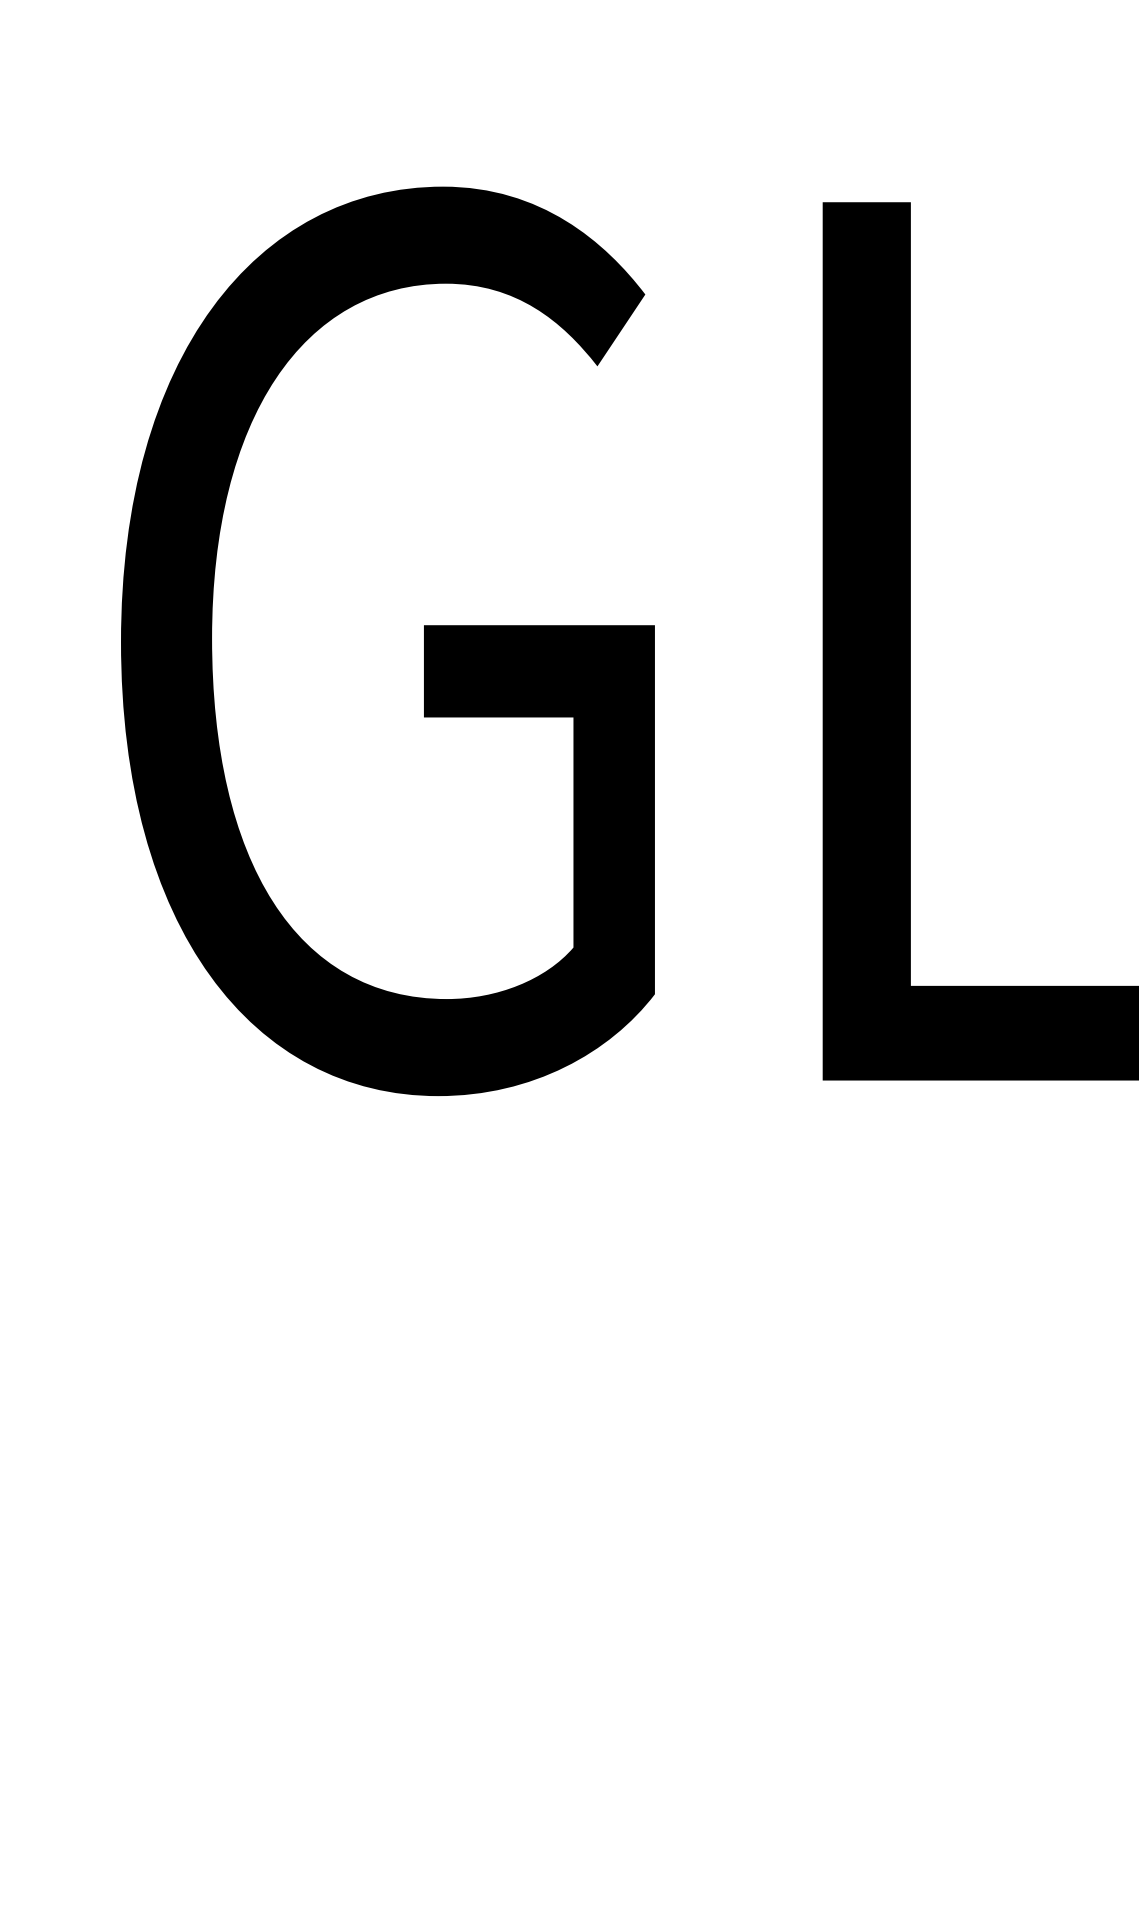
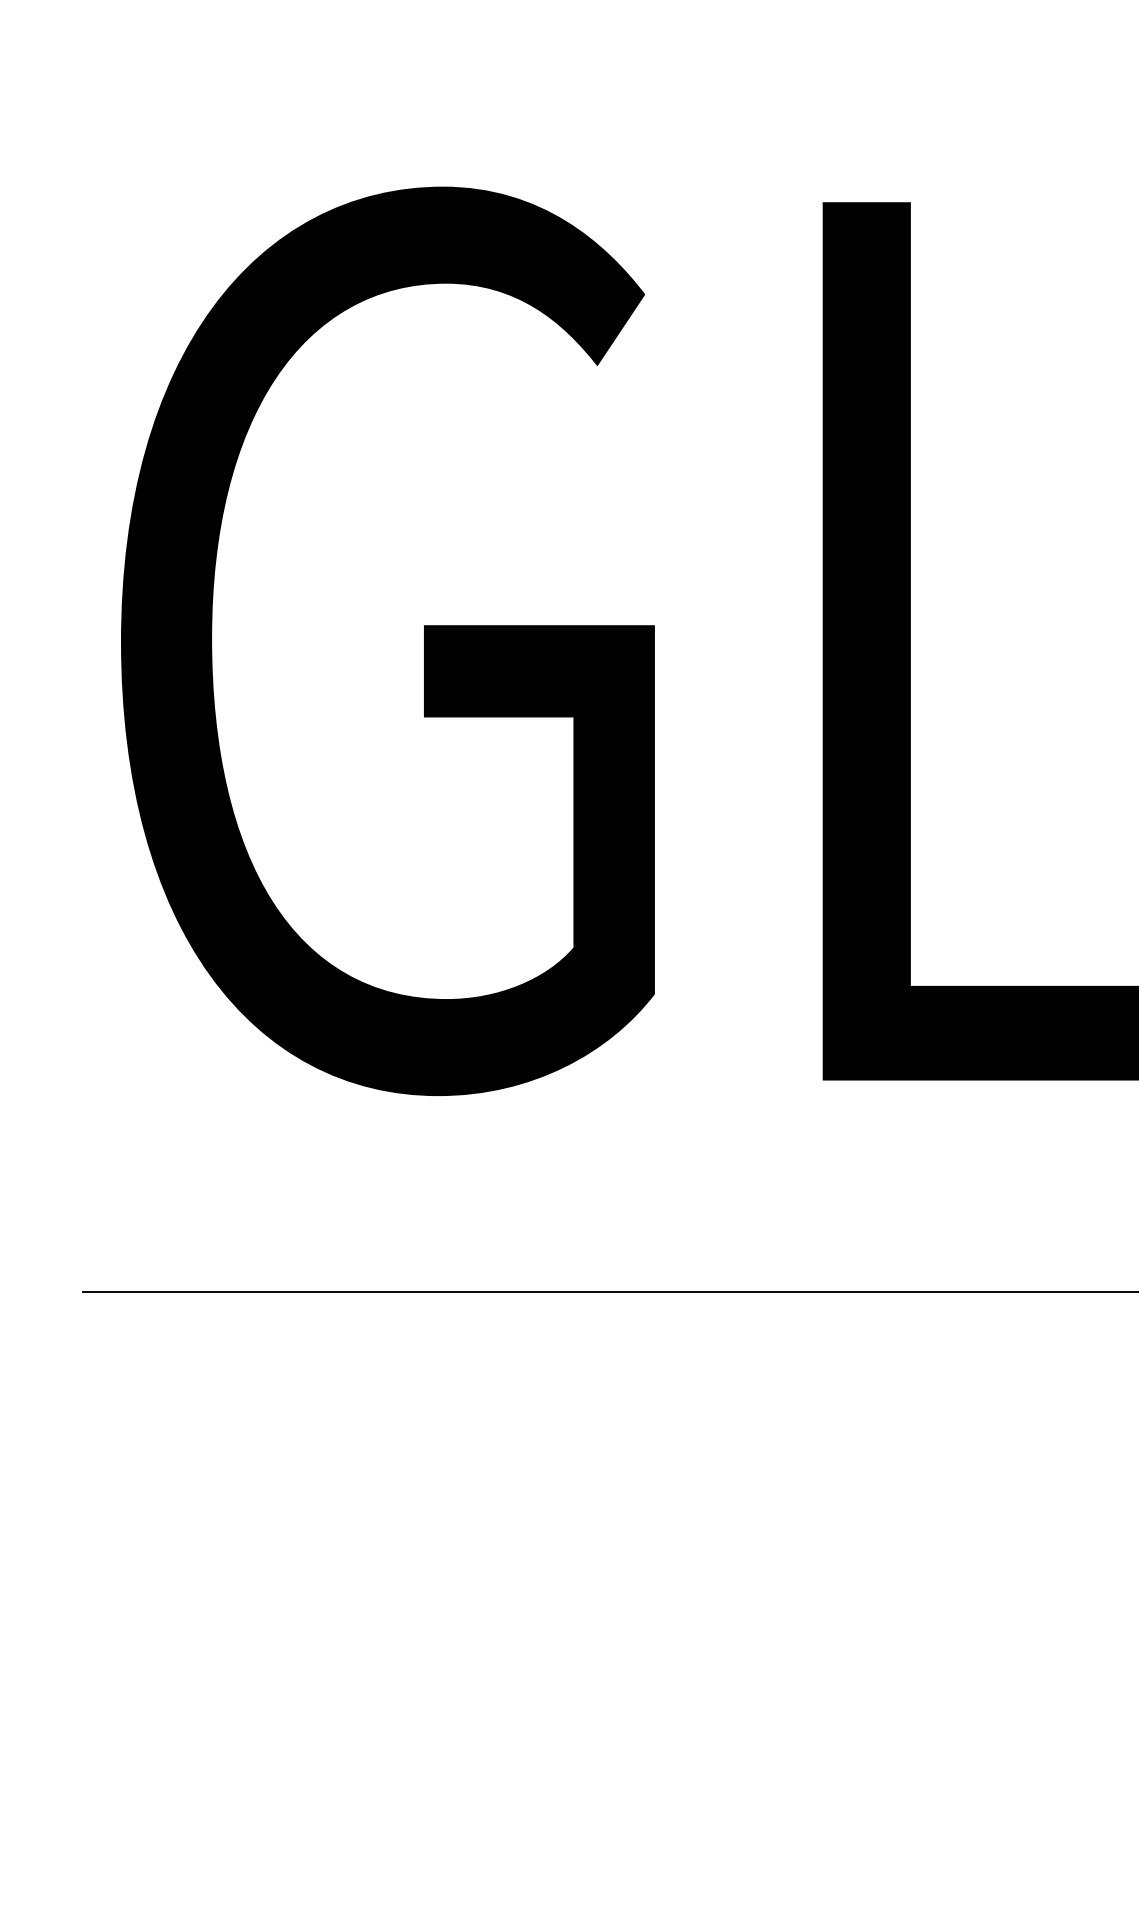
line at (608, 1291): none -> present
